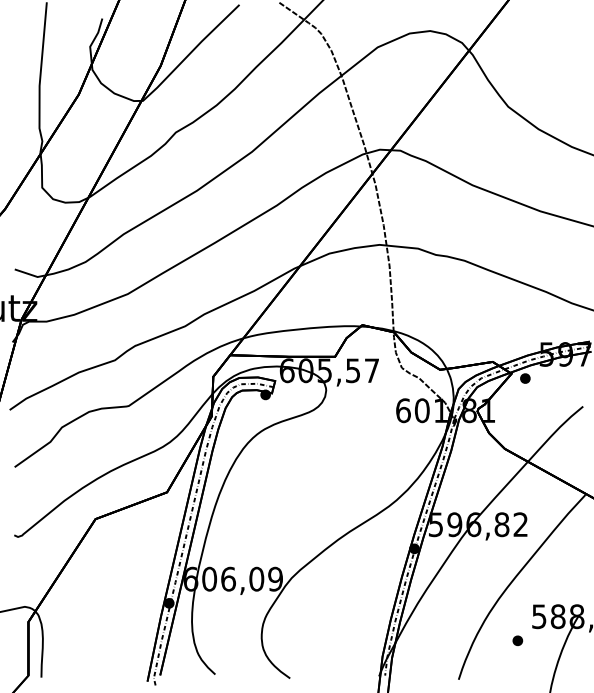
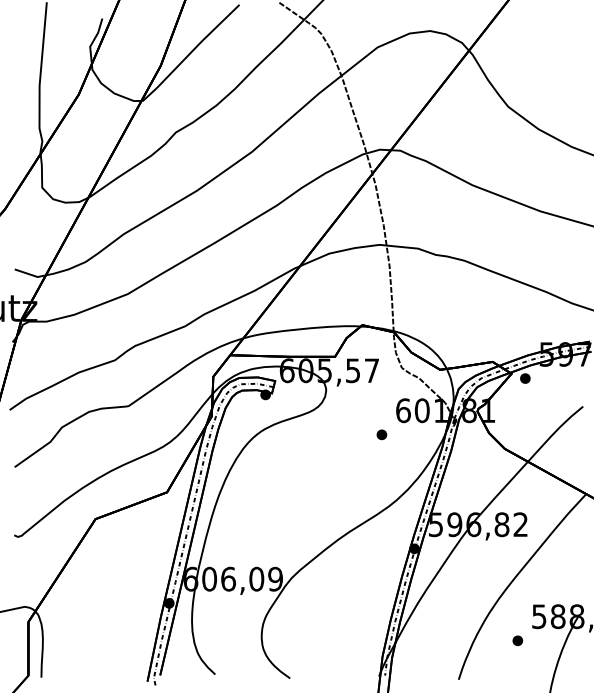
part at (381, 434): none -> present
